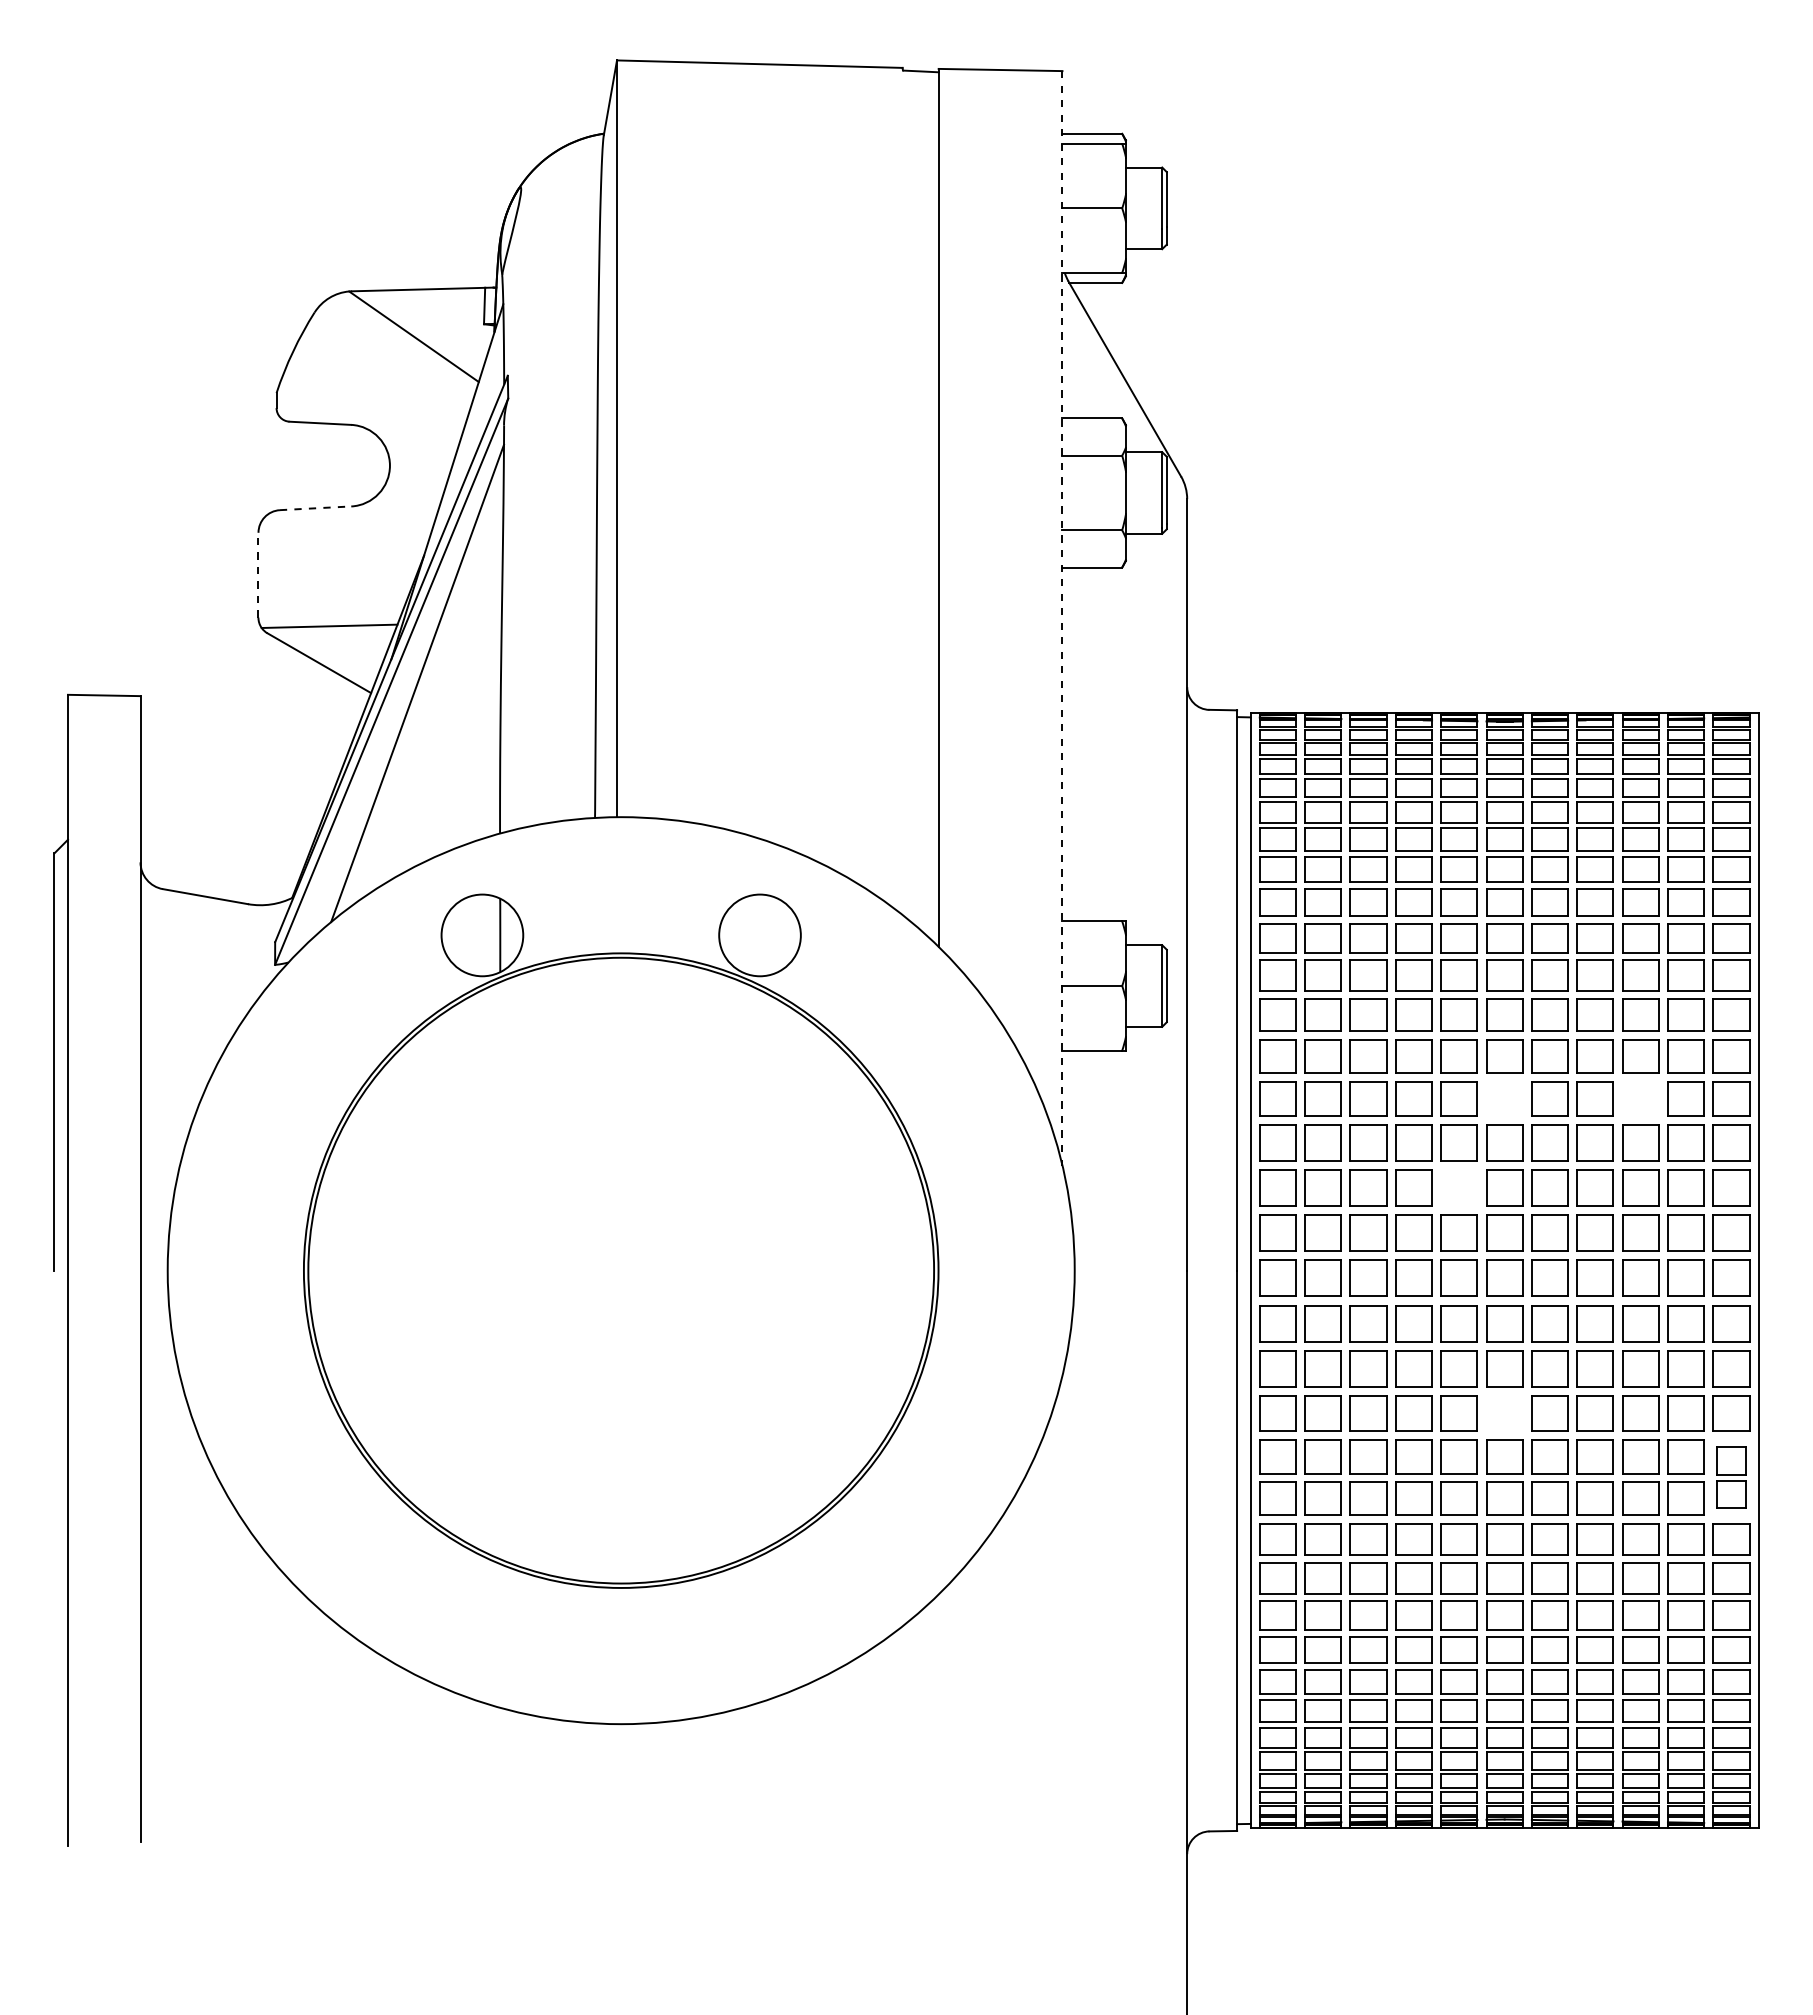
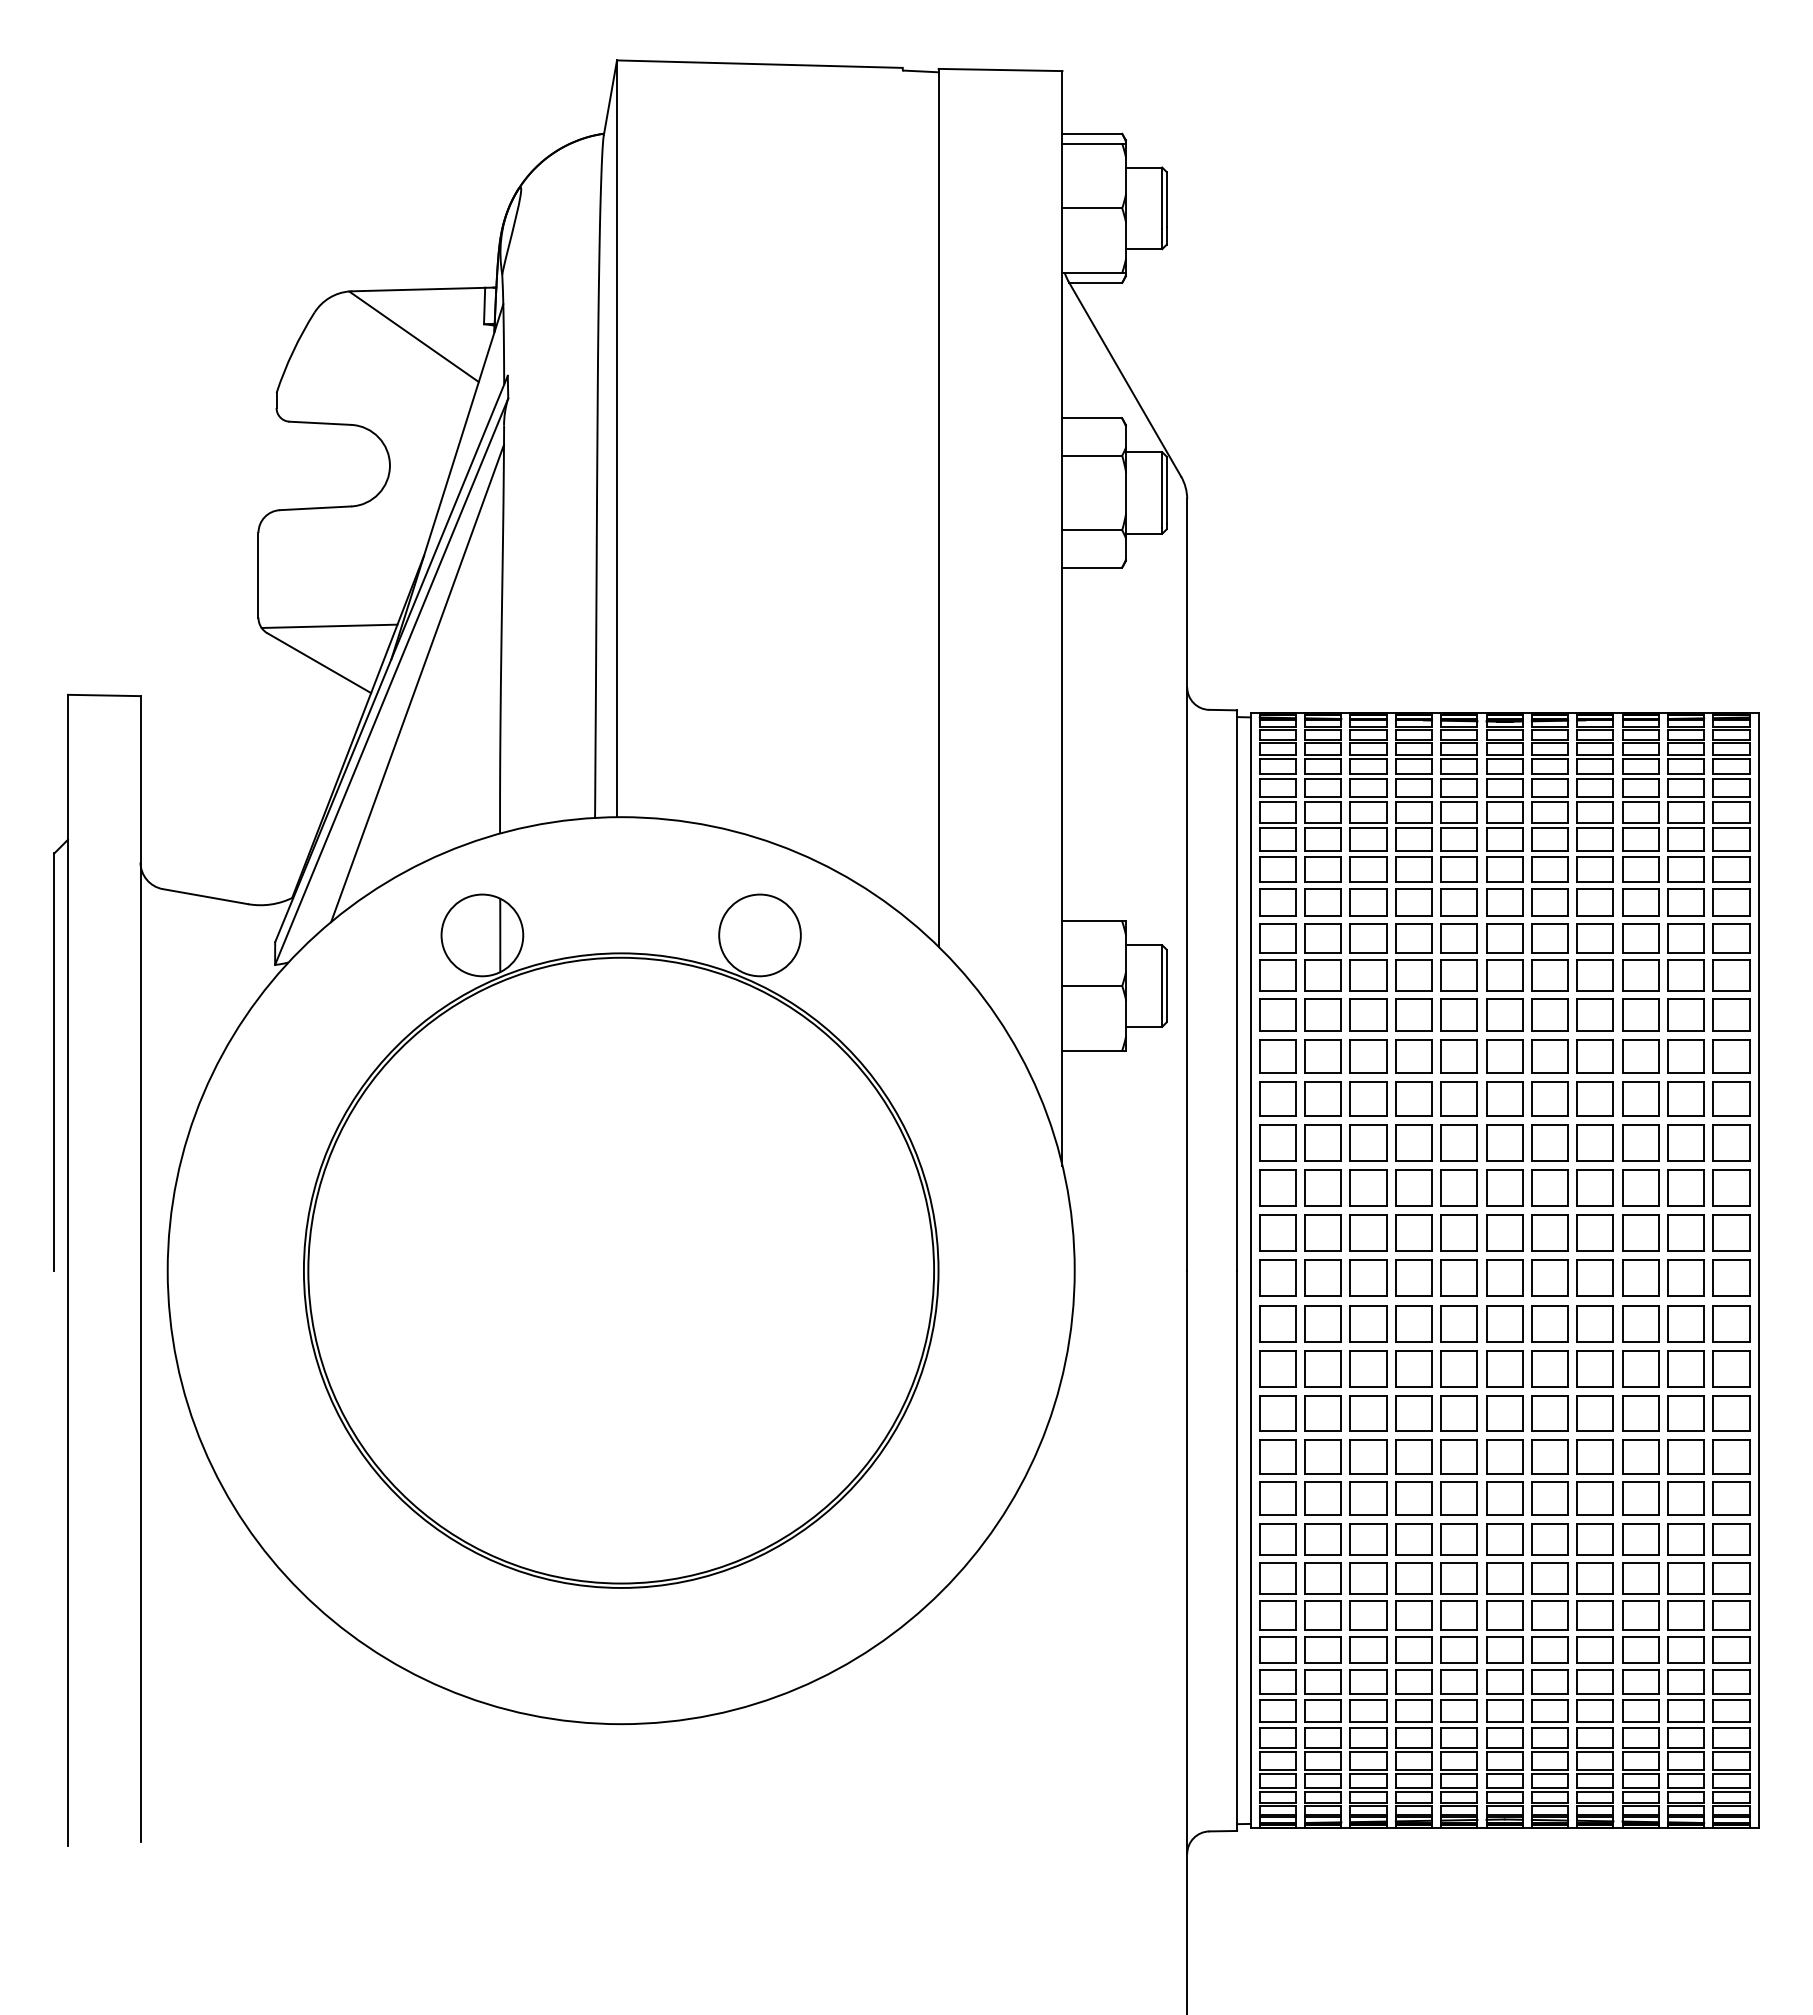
line at (315, 508): dashed -> solid
line at (258, 574): dashed -> solid
line at (1062, 619): dashed -> solid
part at (1504, 1098): none -> present
part at (1640, 1098): none -> present
part at (1458, 1187): none -> present
part at (1504, 1413): none -> present
part at (1731, 1477) size: 31x63 px -> 39x77 px
